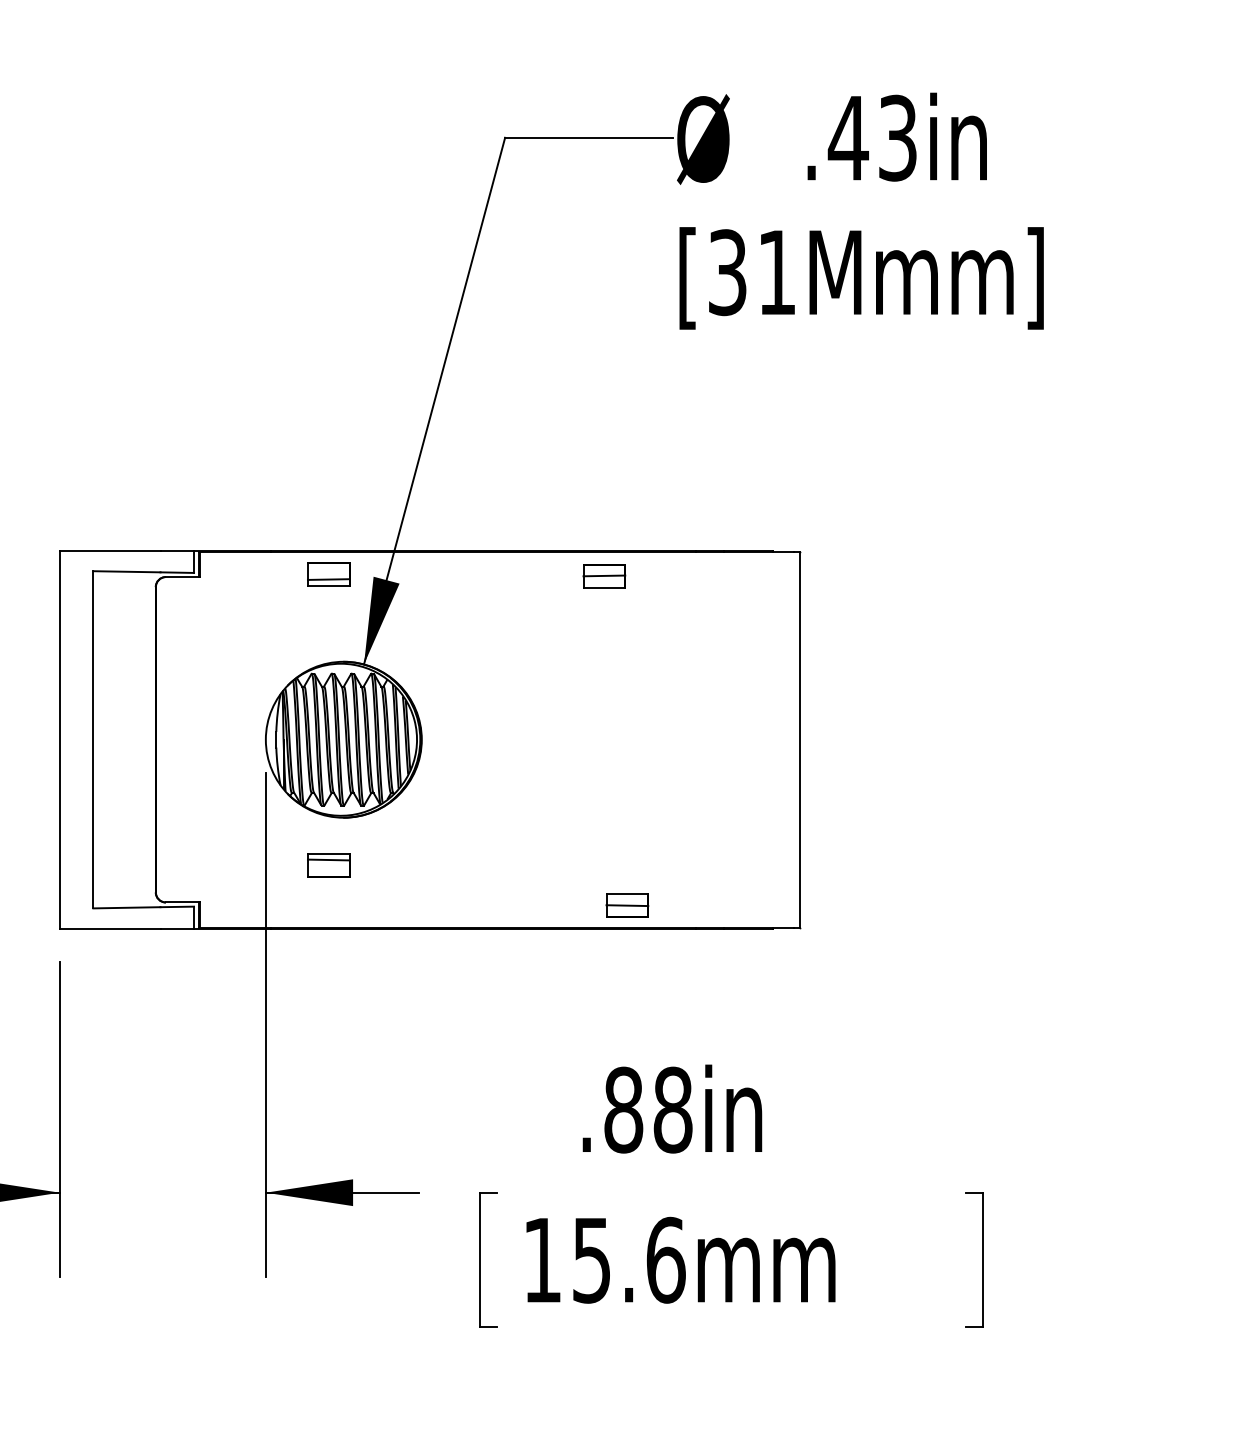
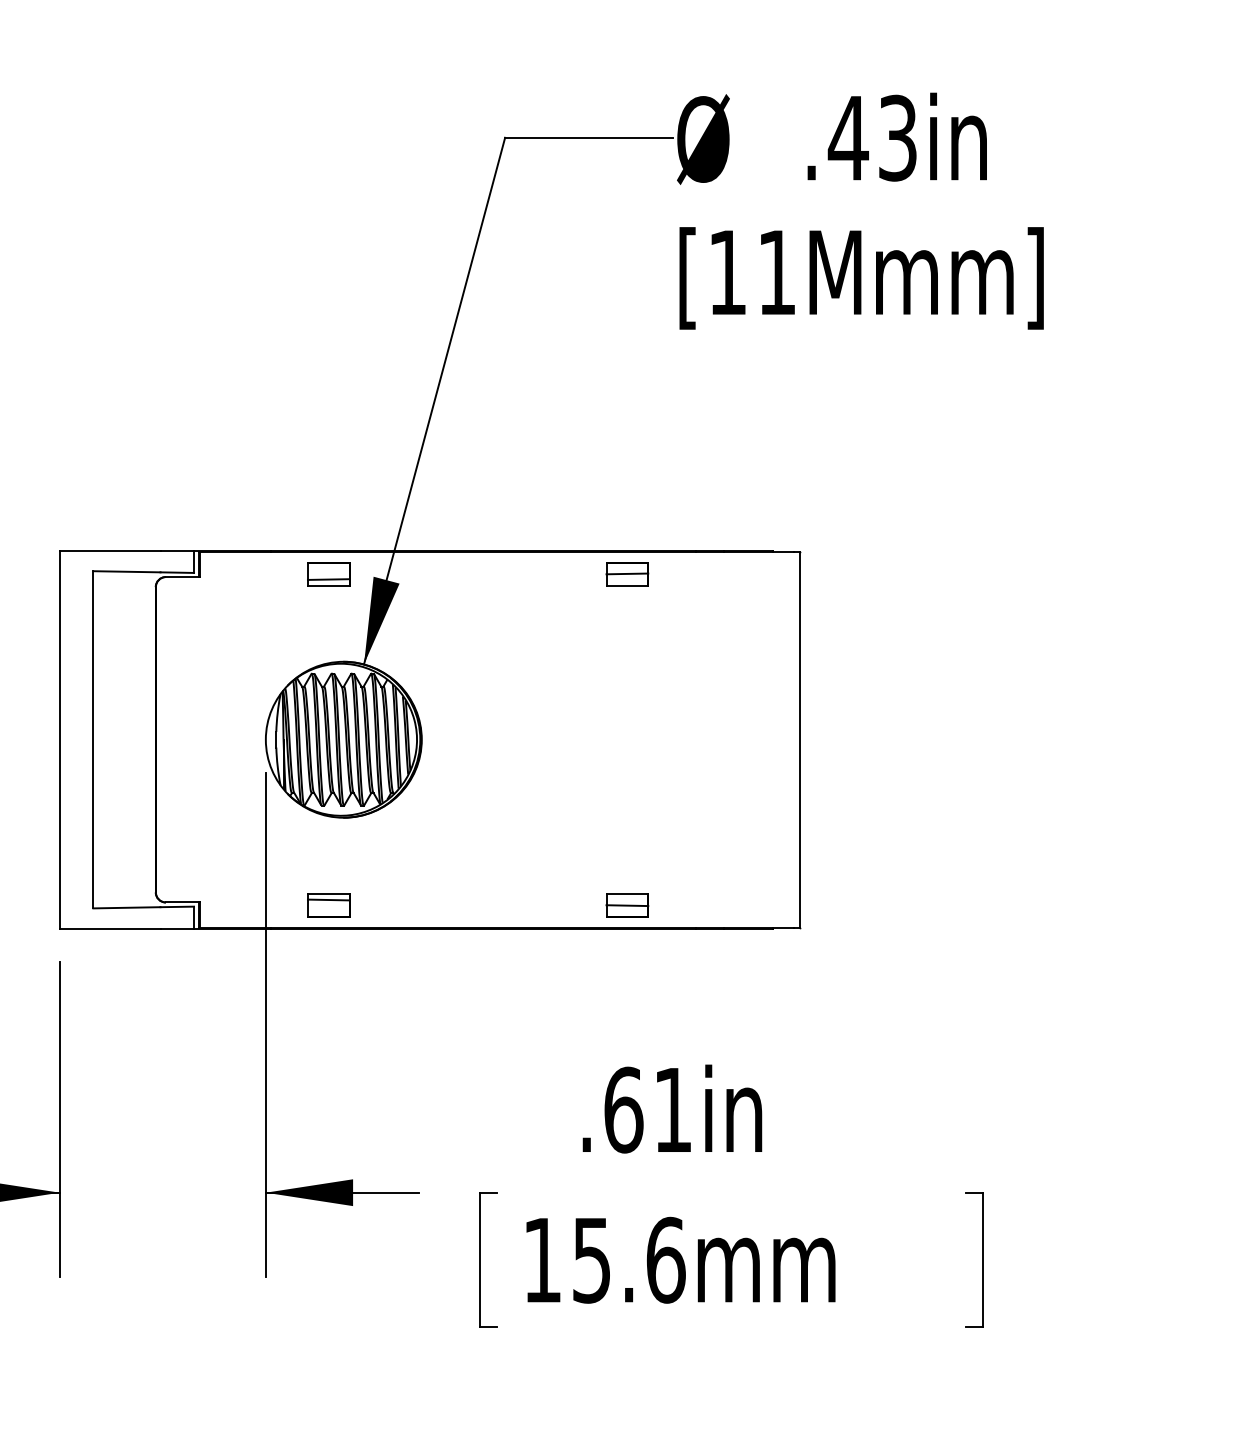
text at (727, 272): [31Mmm] -> [11Mmm]
part at (604, 576) position: (604, 576) -> (627, 574)
part at (328, 865) position: (328, 865) -> (328, 905)
text at (648, 1109): .88in -> .61in
